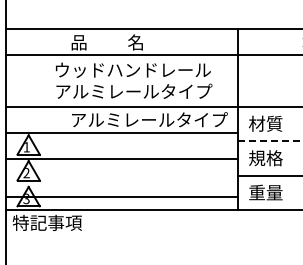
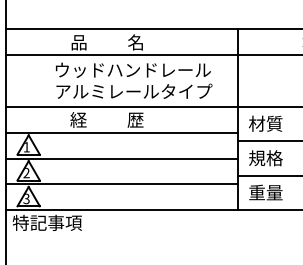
text at (148, 119): アルミレールタイプ -> 経          歴
line at (270, 141): dashed -> solid
line at (121, 197) position: (121, 197) -> (121, 184)
